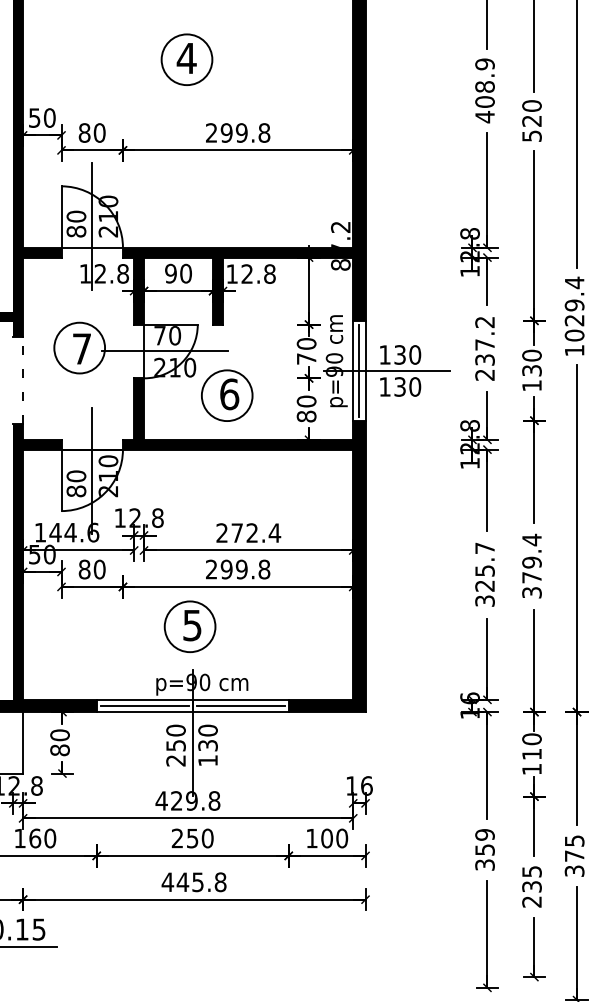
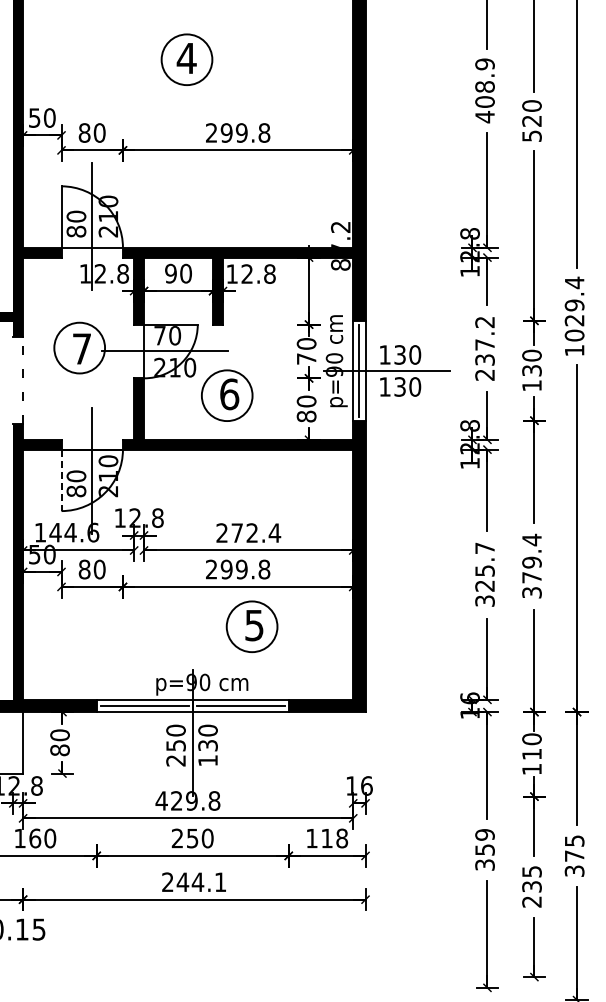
line at (61, 480): solid -> dashed
part at (189, 626) position: (189, 626) -> (251, 626)
text at (334, 838): 100 -> 118
text at (193, 882): 445.8 -> 244.1
line at (29, 947): present -> none
